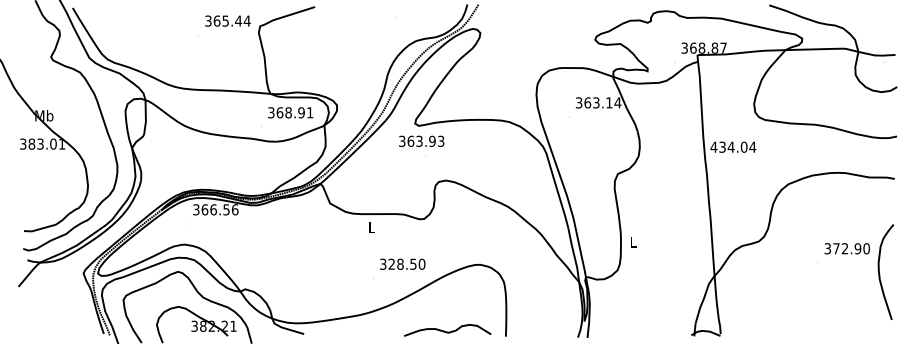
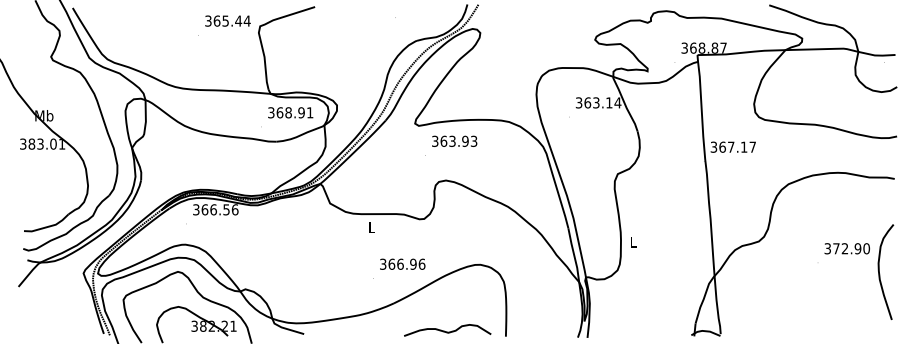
text at (421, 140) position: (421, 140) -> (454, 140)
text at (733, 146): 434.04 -> 367.17
text at (406, 263): 328.50 -> 366.96
